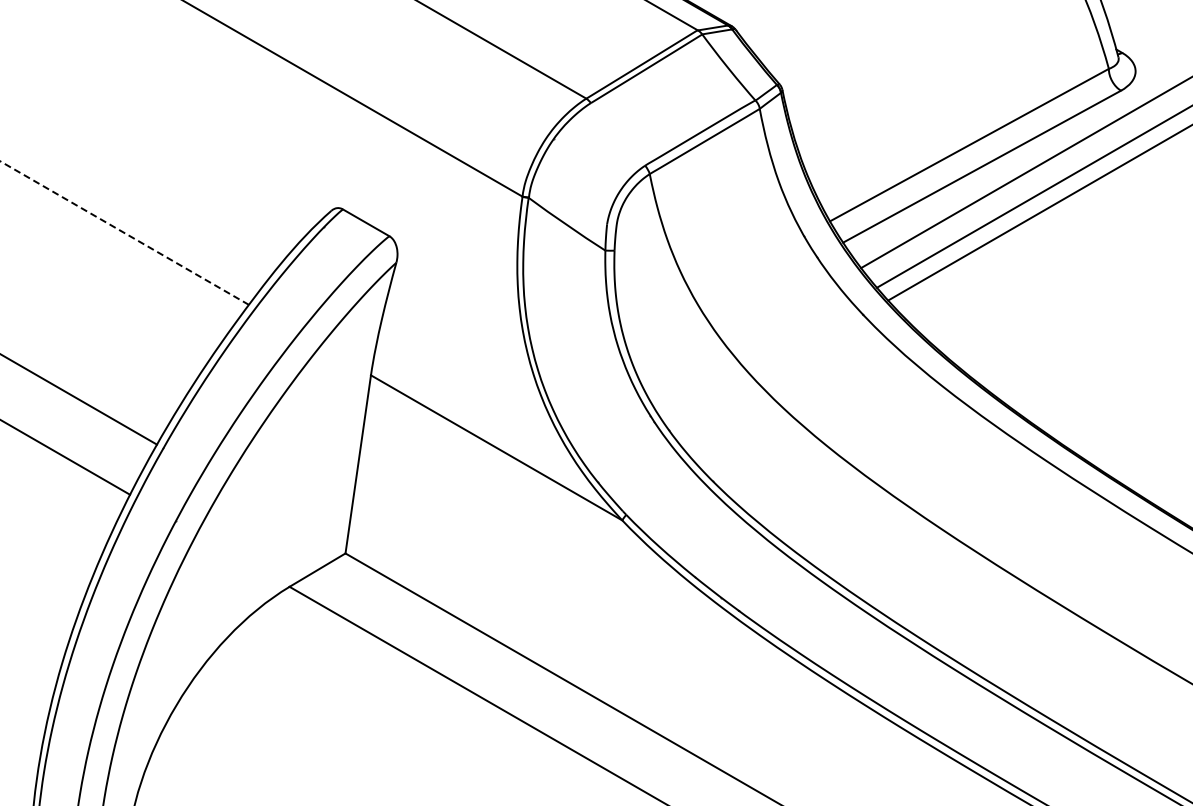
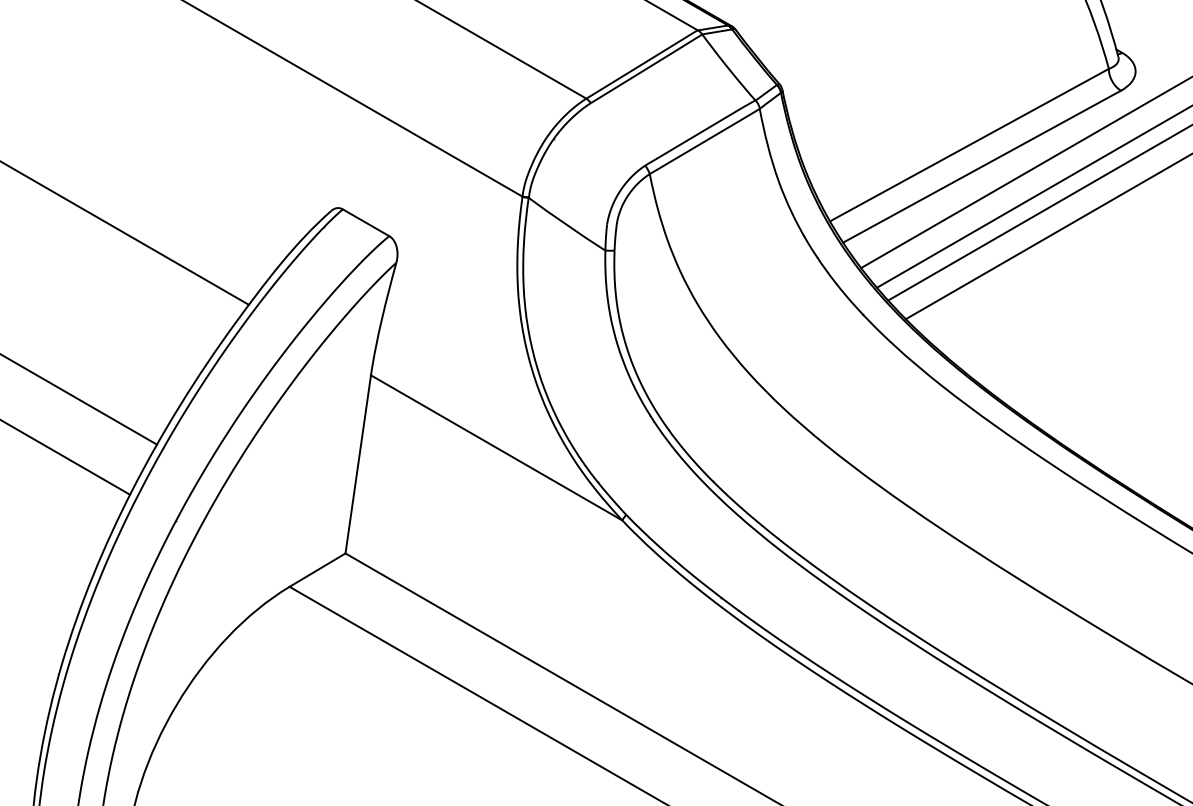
line at (124, 233): dashed -> solid
line at (1047, 237): none -> present
